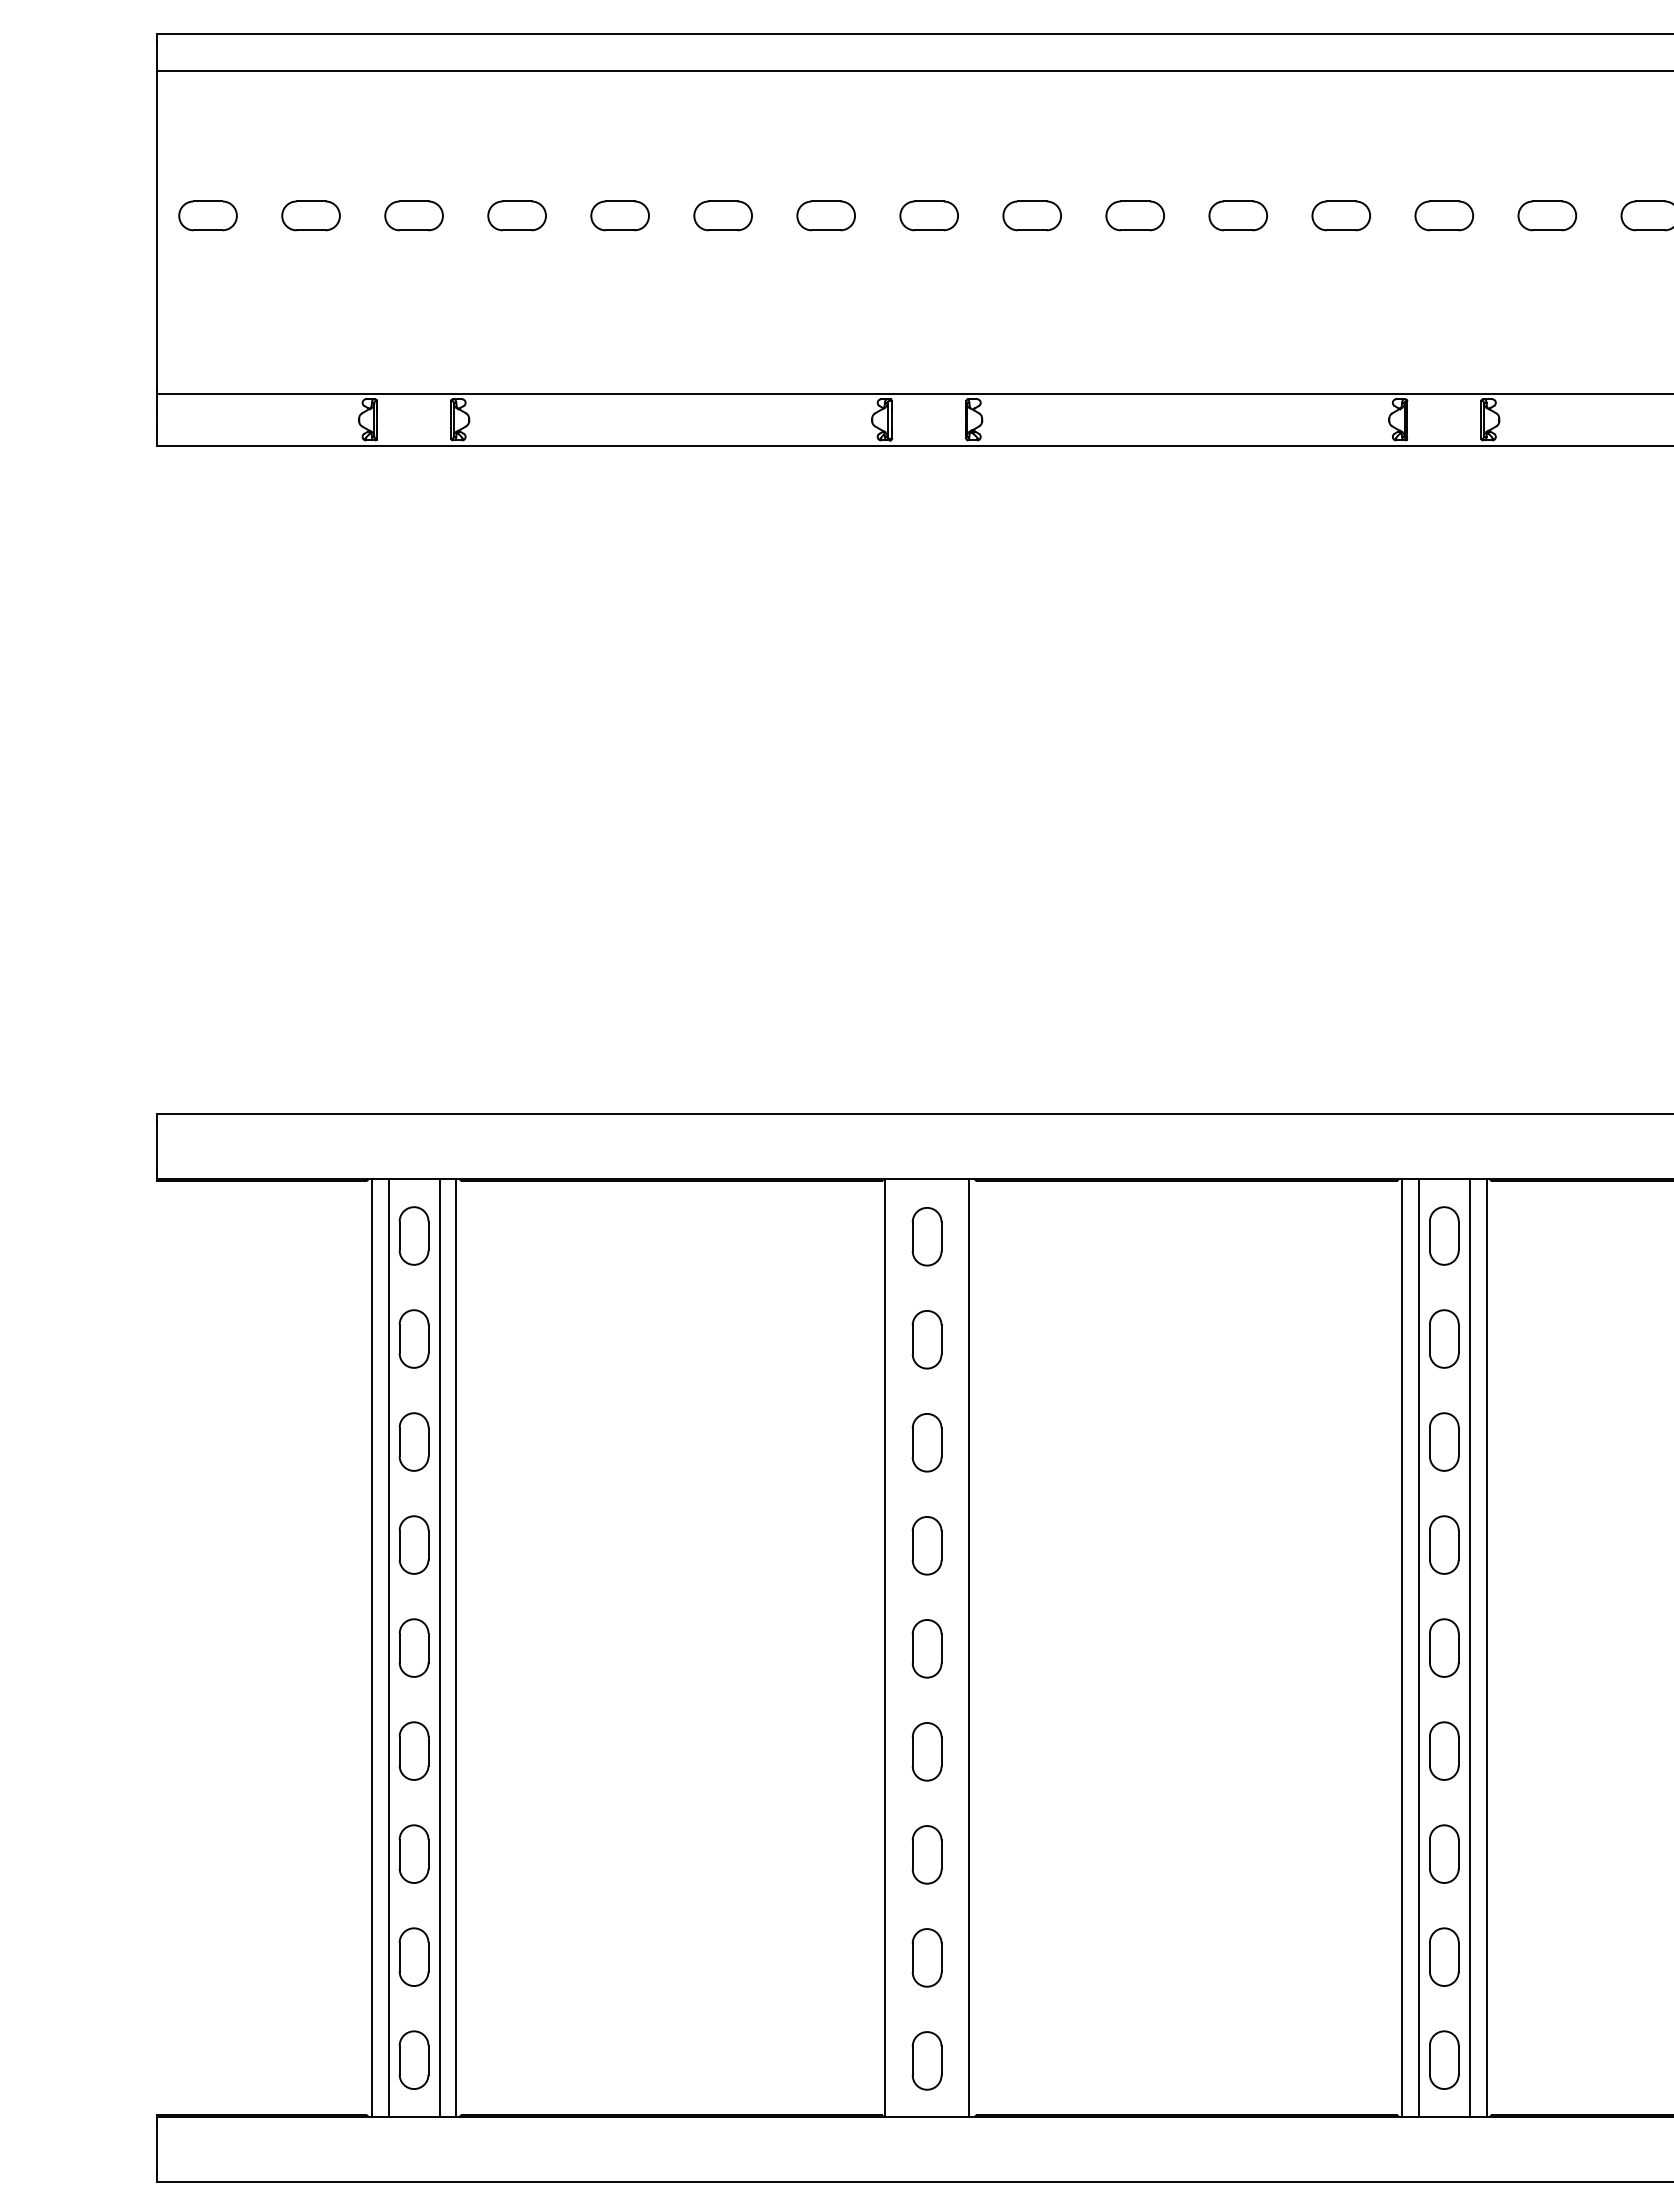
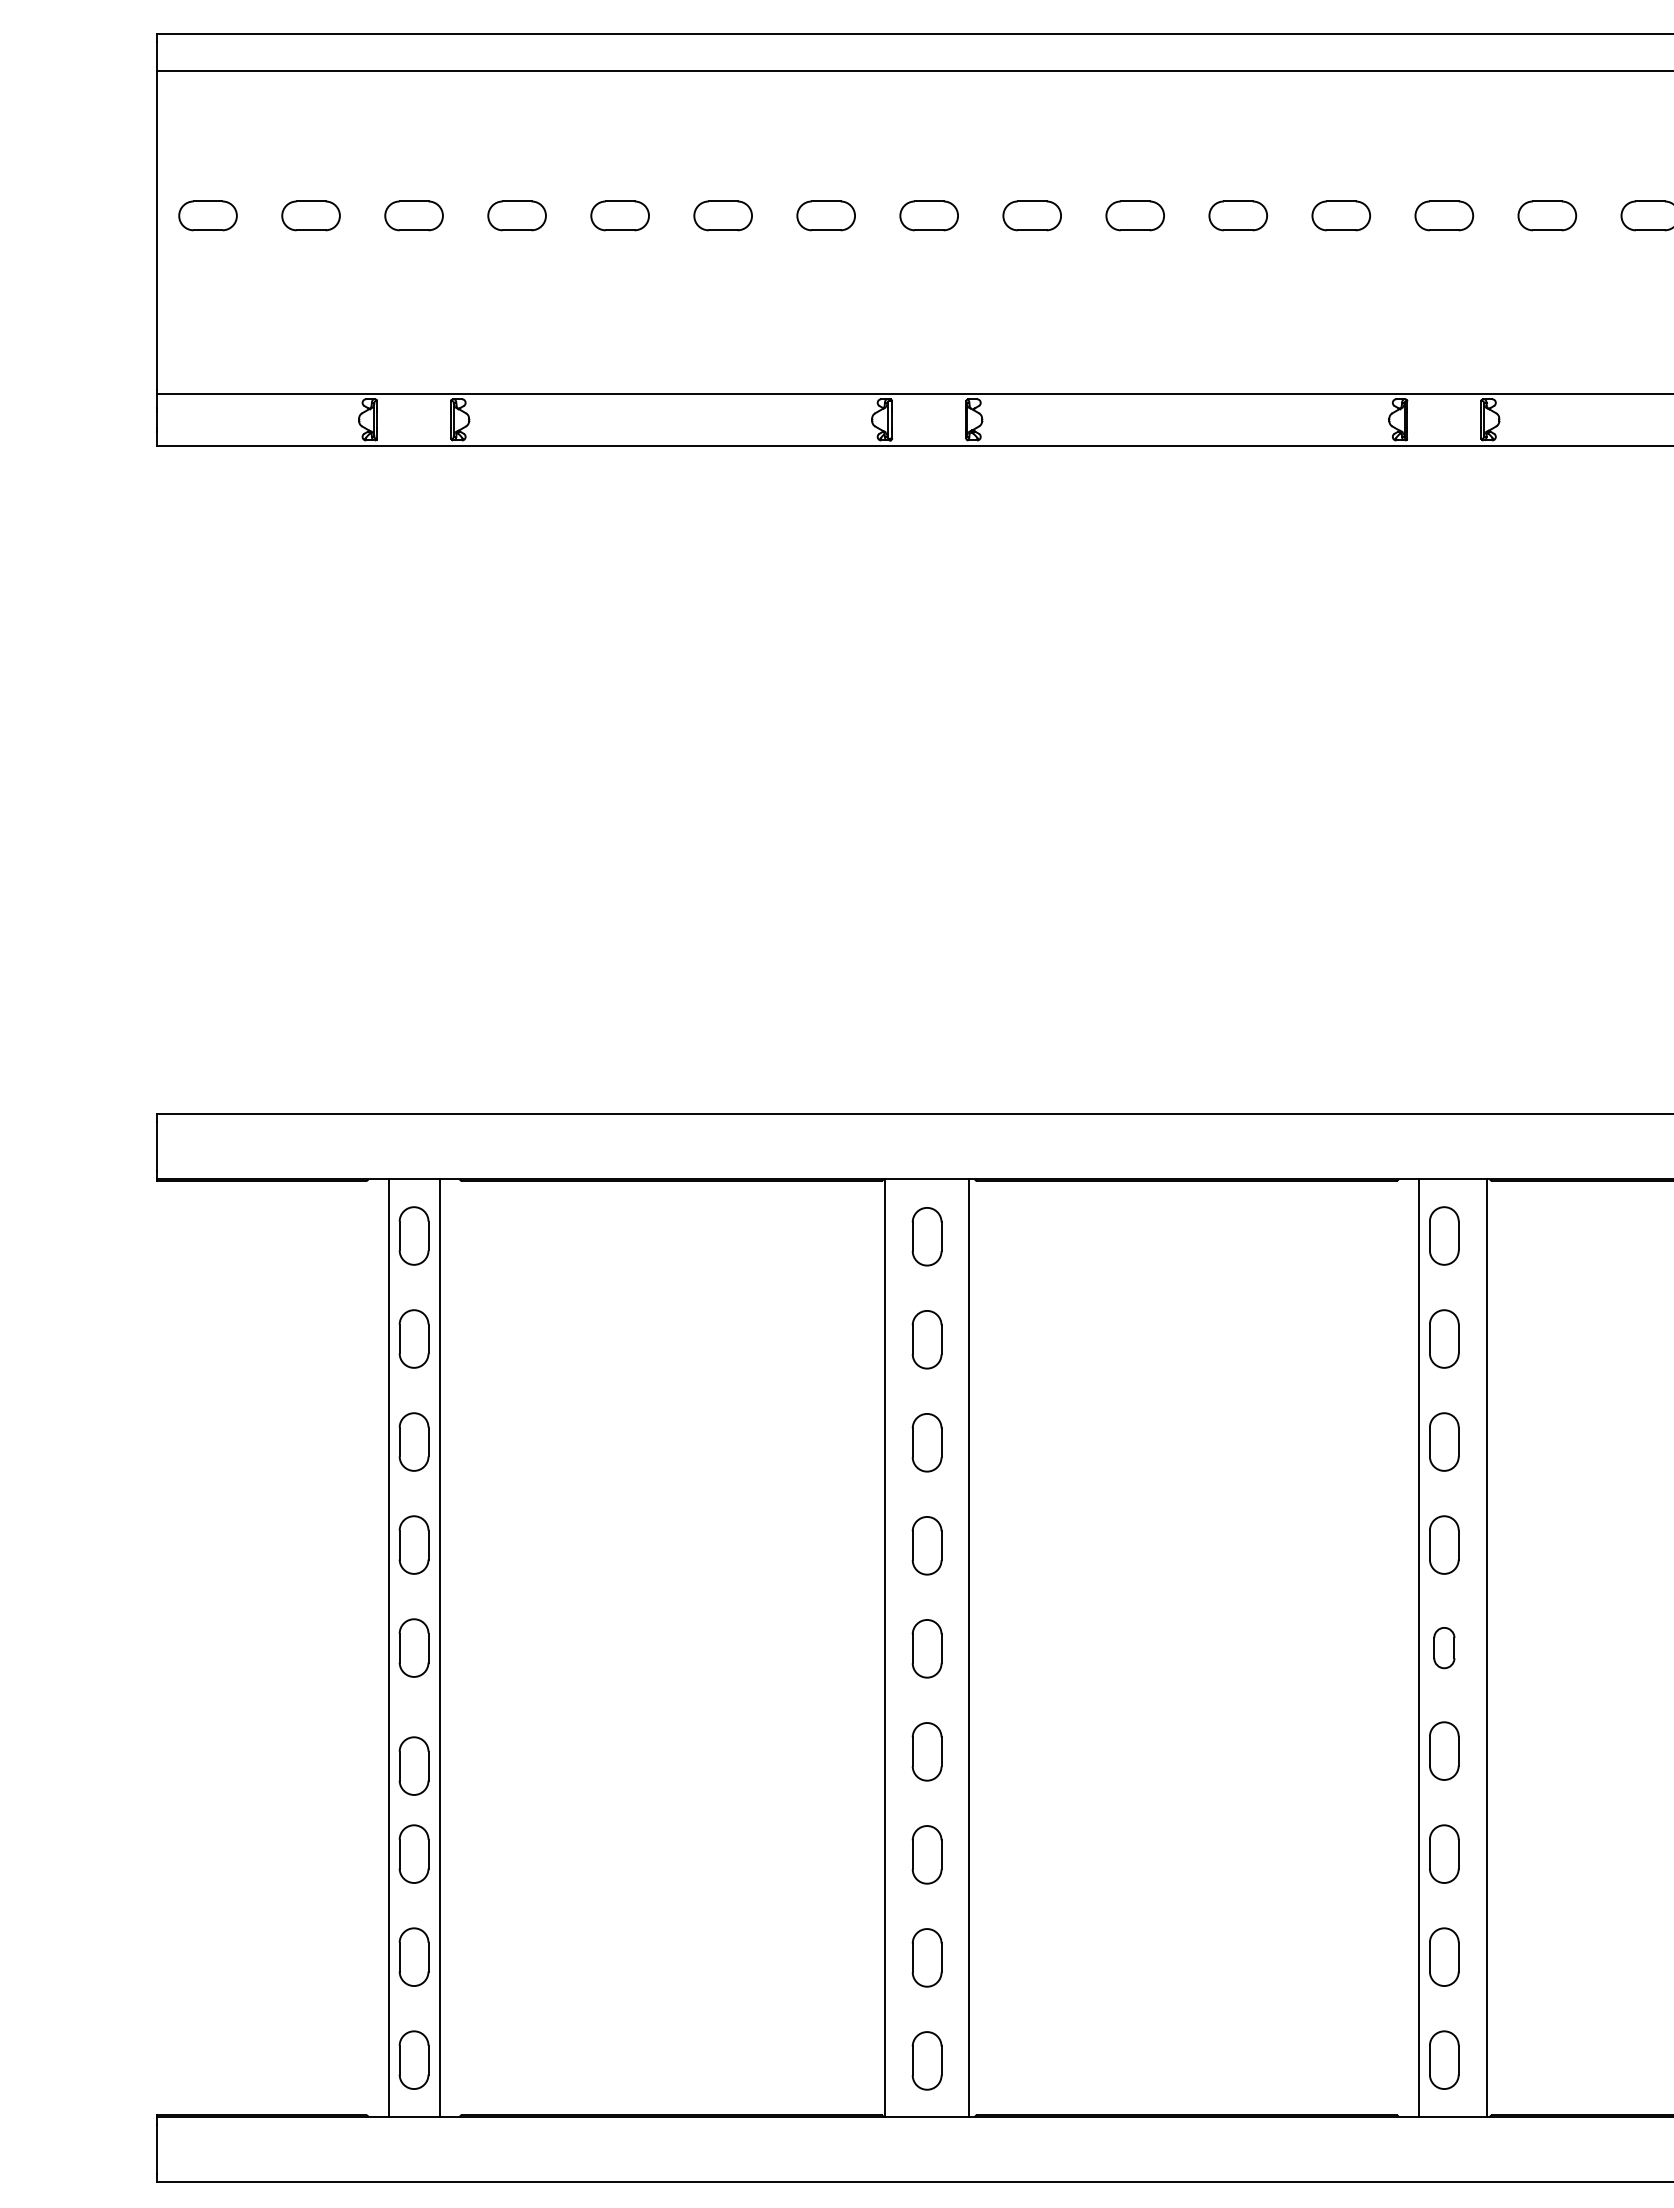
line at (371, 1647): present -> none
line at (456, 1647): present -> none
line at (1402, 1647): present -> none
part at (1444, 1647) size: 31x60 px -> 23x43 px
line at (1469, 1647): present -> none
part at (413, 1750) position: (413, 1750) -> (413, 1765)
